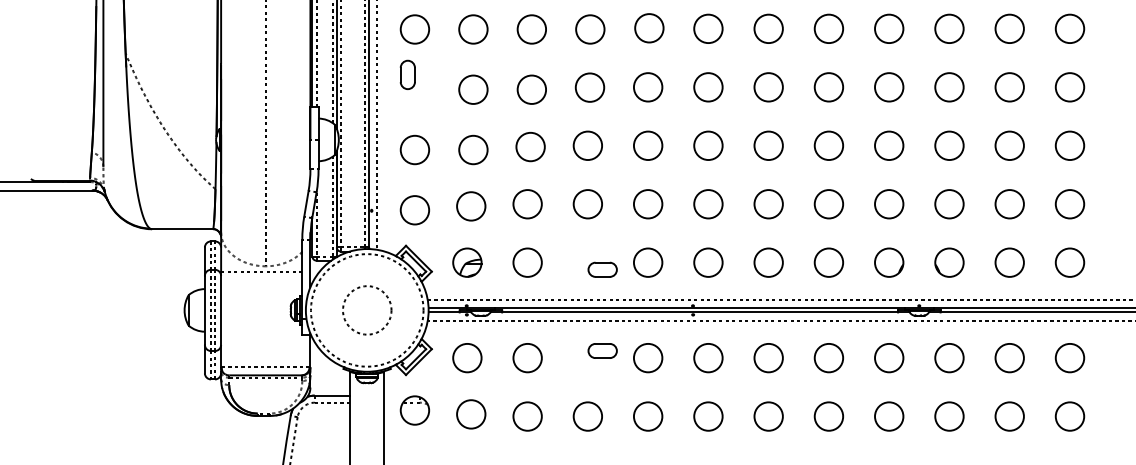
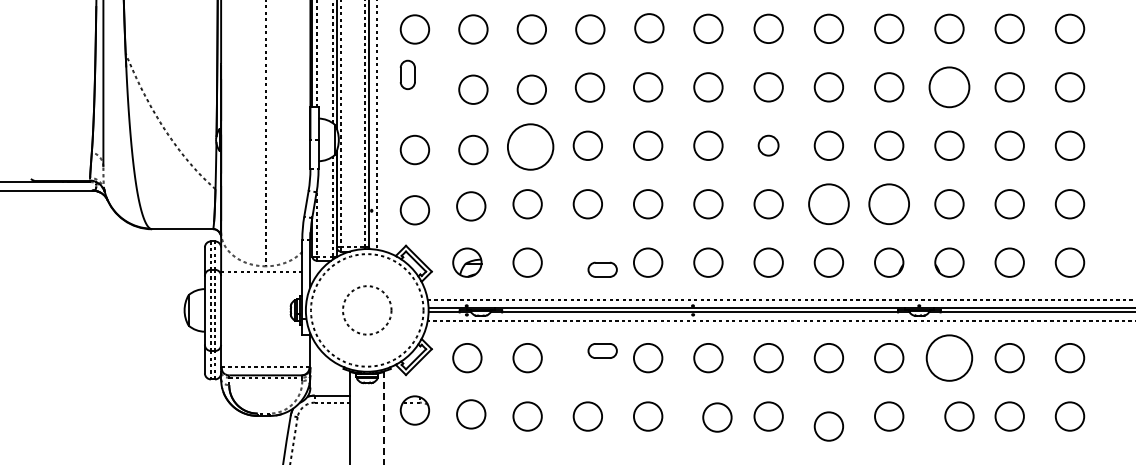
circle at (949, 87) diameter: 28 px -> 40 px
circle at (768, 145) size: 31x31 px -> 23x23 px
circle at (530, 146) diameter: 28 px -> 45 px
circle at (828, 204) diameter: 28 px -> 40 px
circle at (889, 204) diameter: 28 px -> 40 px
circle at (949, 357) diameter: 28 px -> 45 px
circle at (708, 416) position: (708, 416) -> (717, 417)
circle at (828, 416) position: (828, 416) -> (828, 426)
circle at (949, 416) position: (949, 416) -> (959, 416)
line at (384, 418): solid -> dashed
